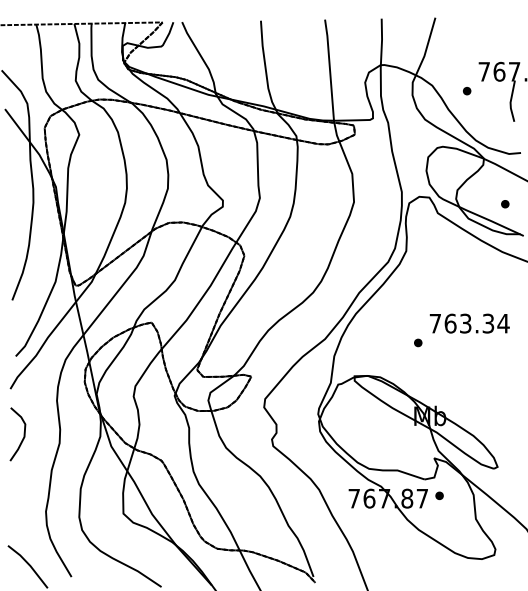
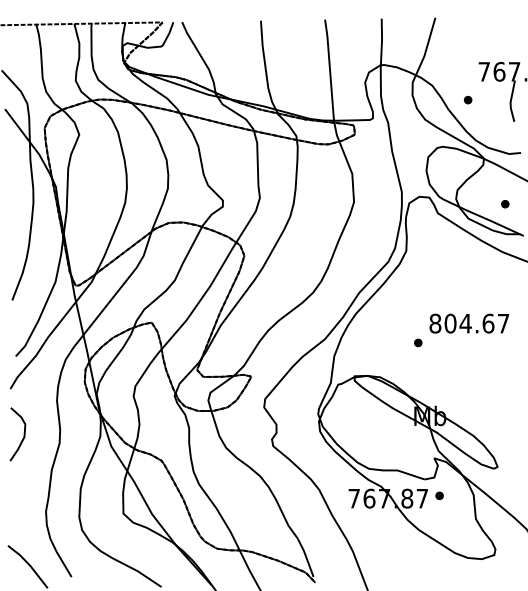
part at (467, 91) position: (467, 91) -> (468, 100)
text at (469, 323): 763.34 -> 804.67
